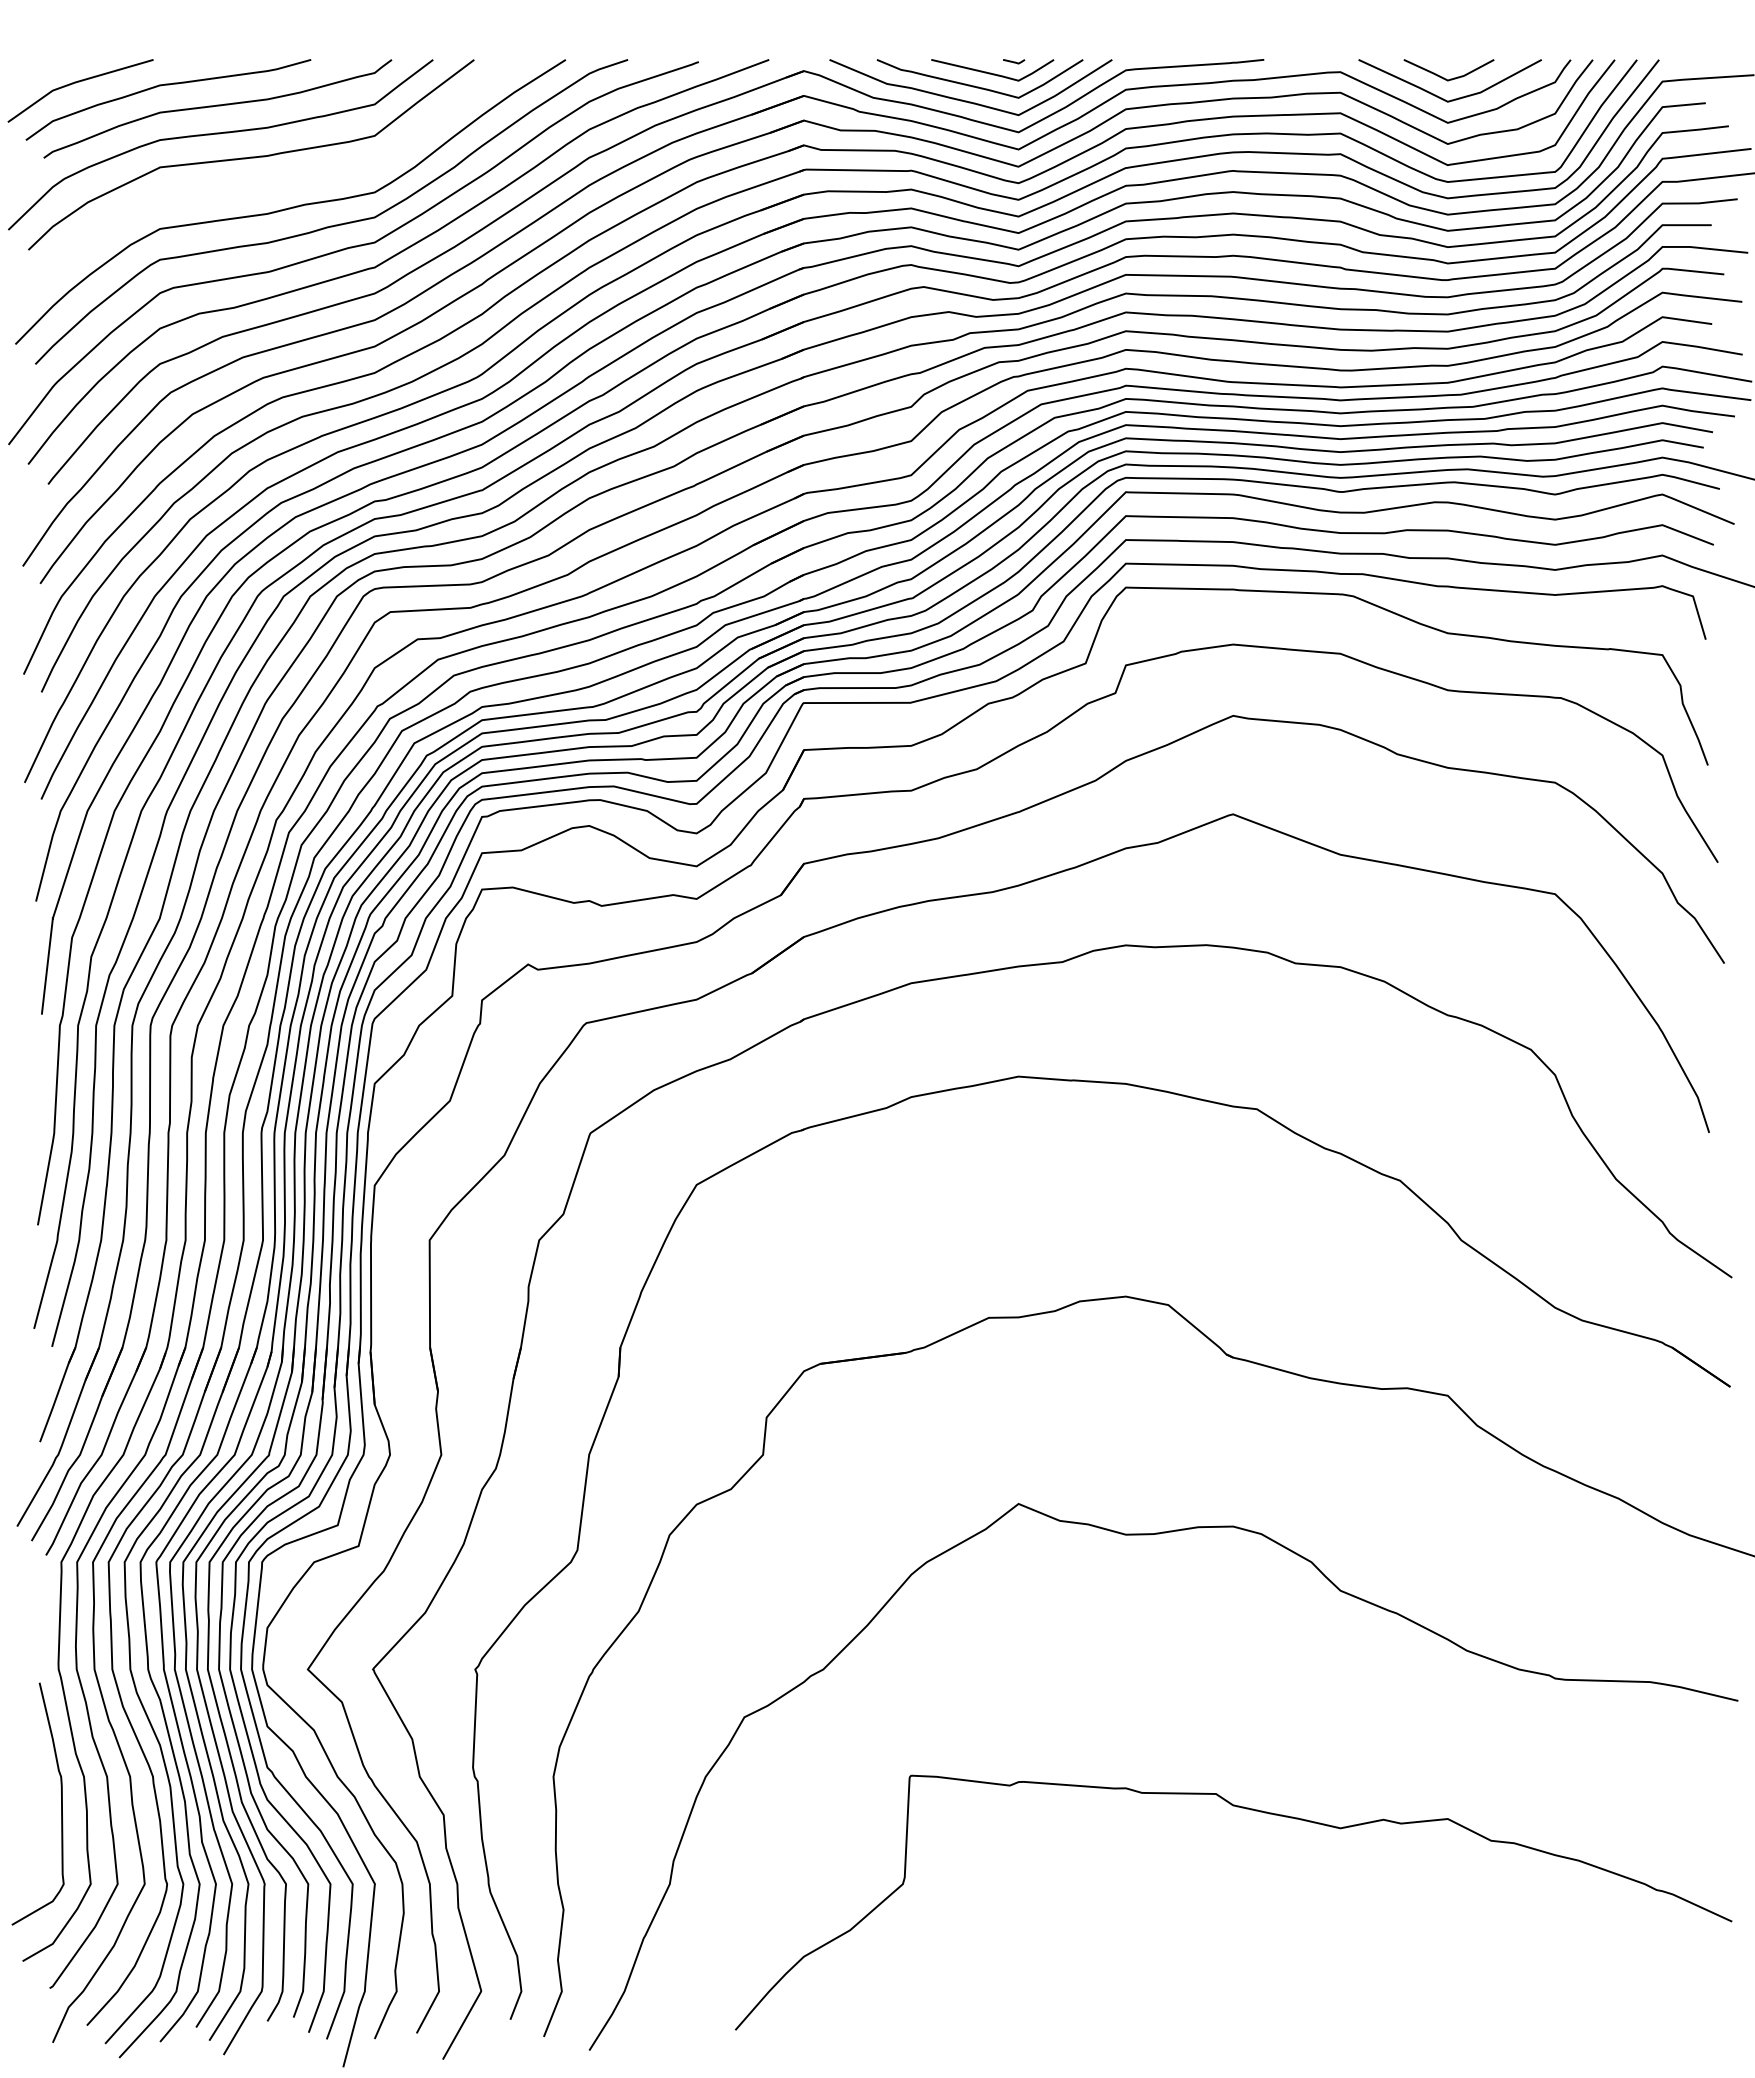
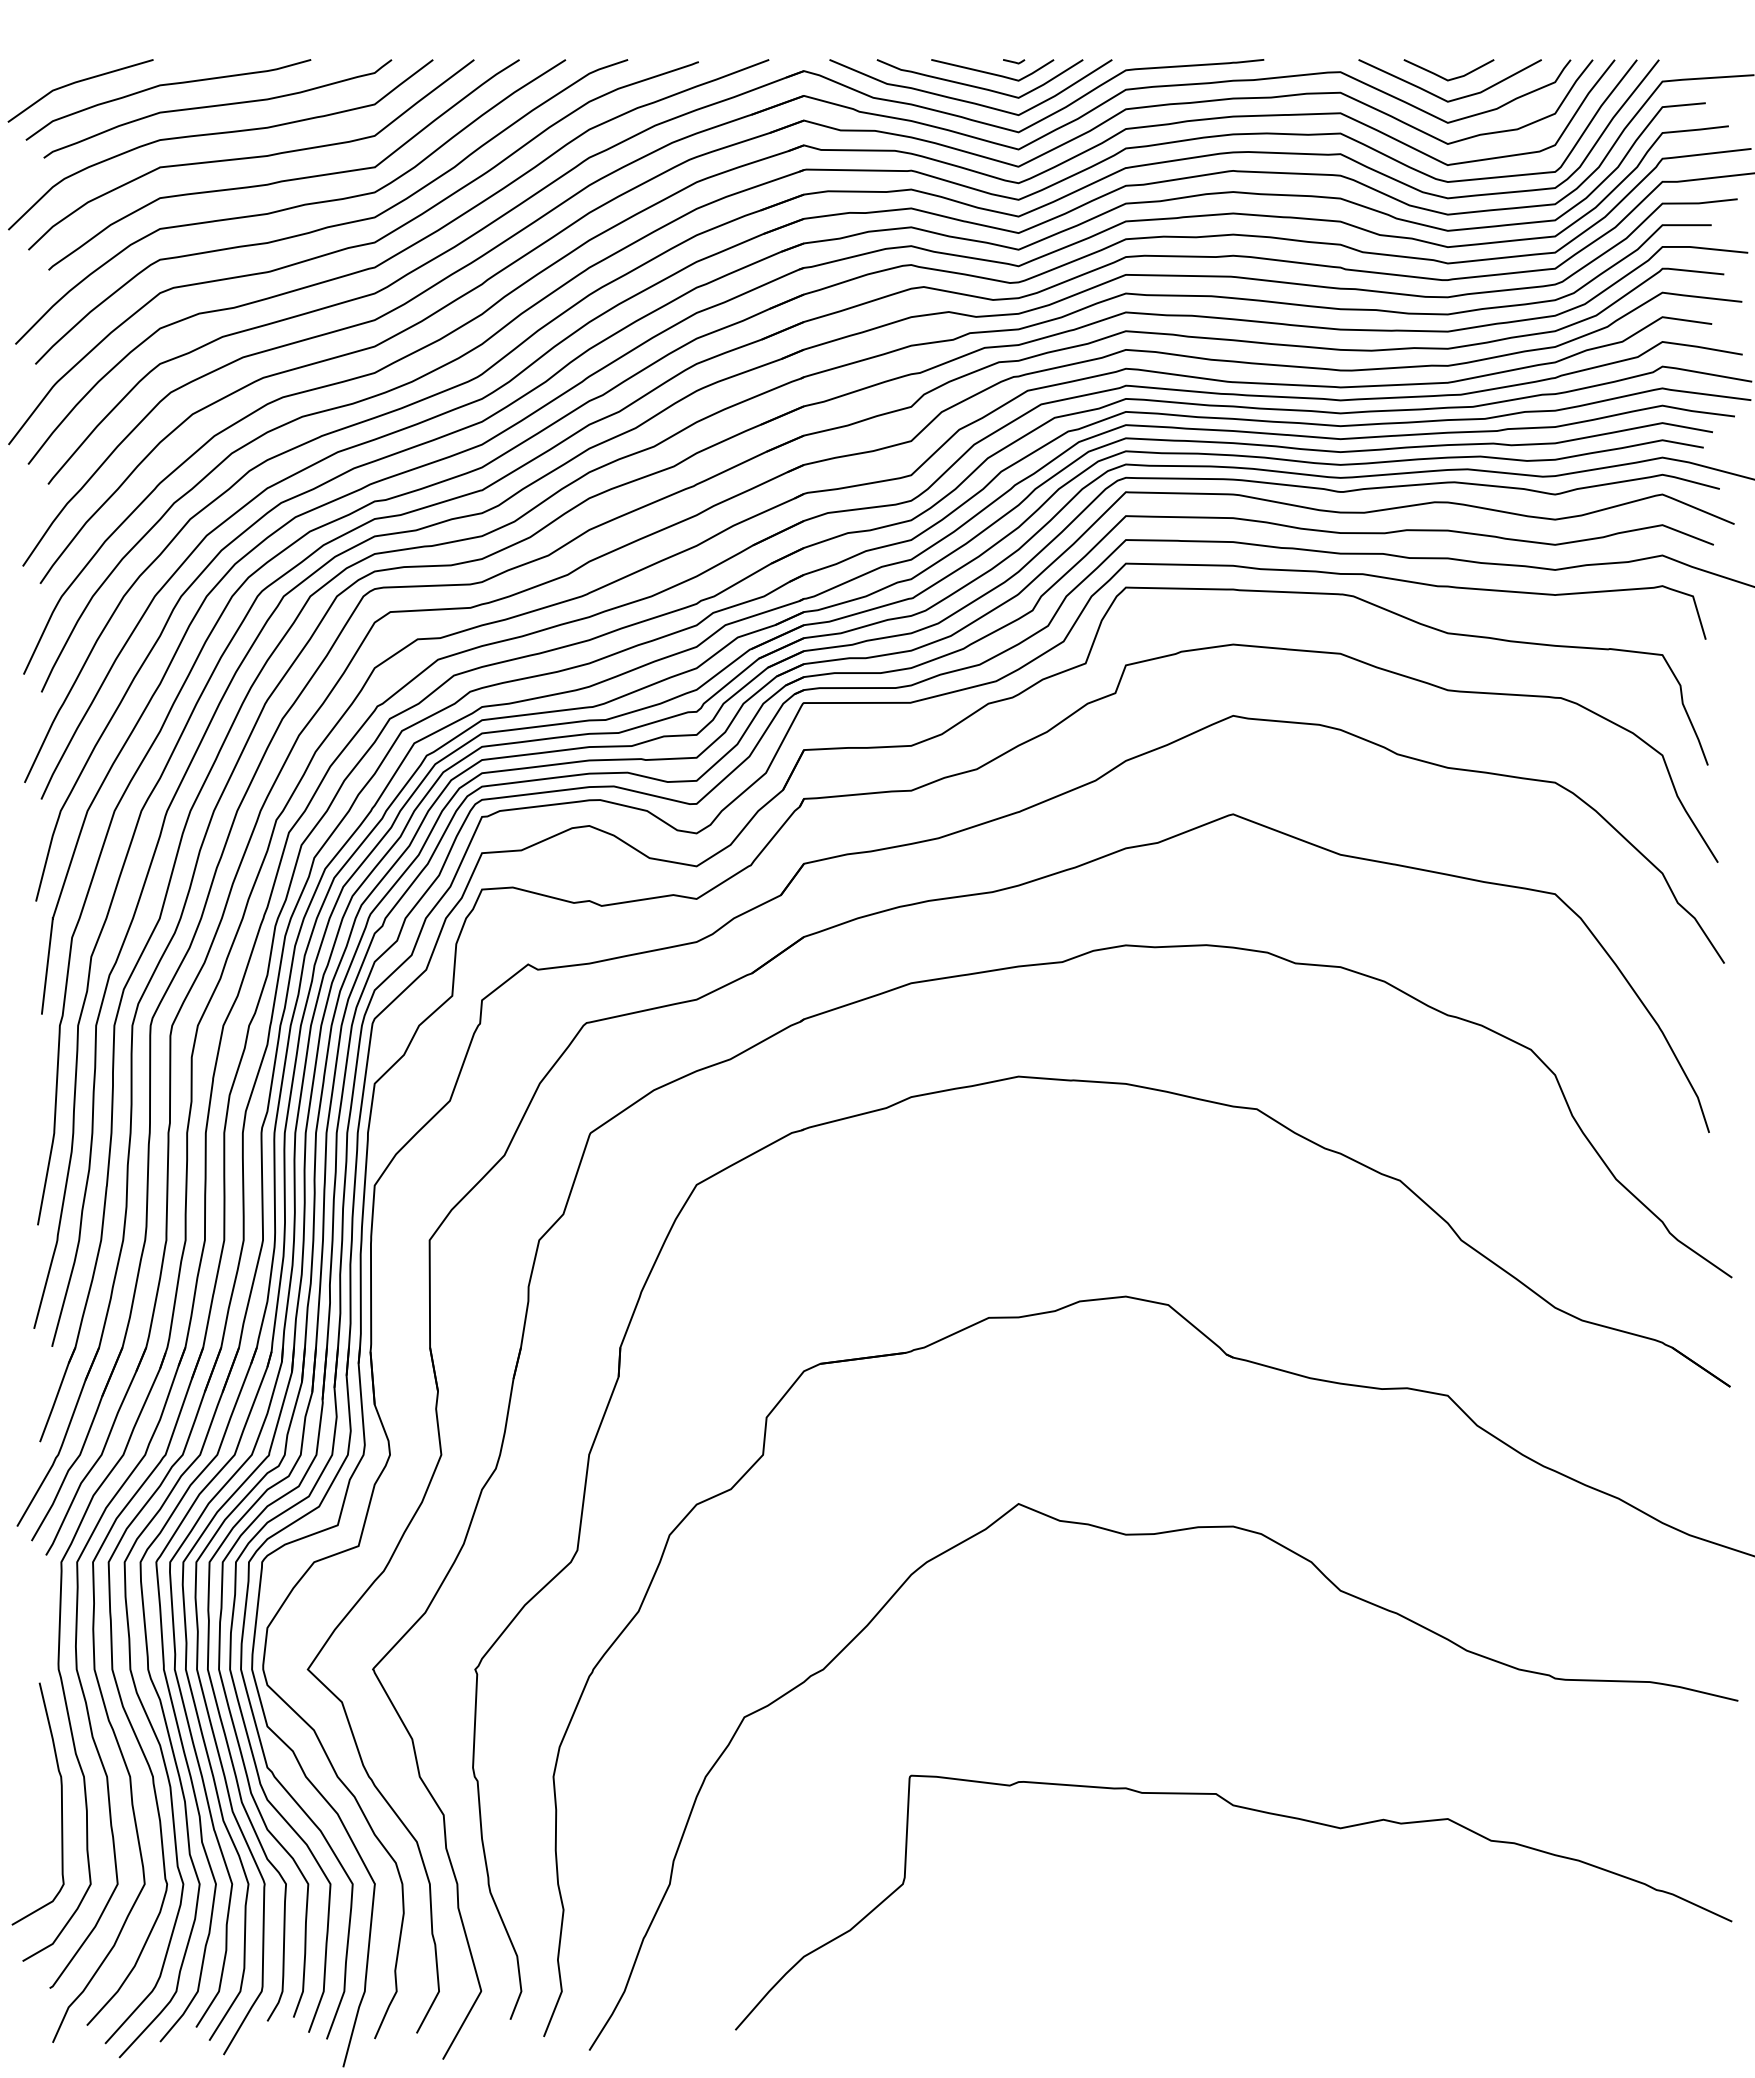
curve at (285, 179): none -> present
